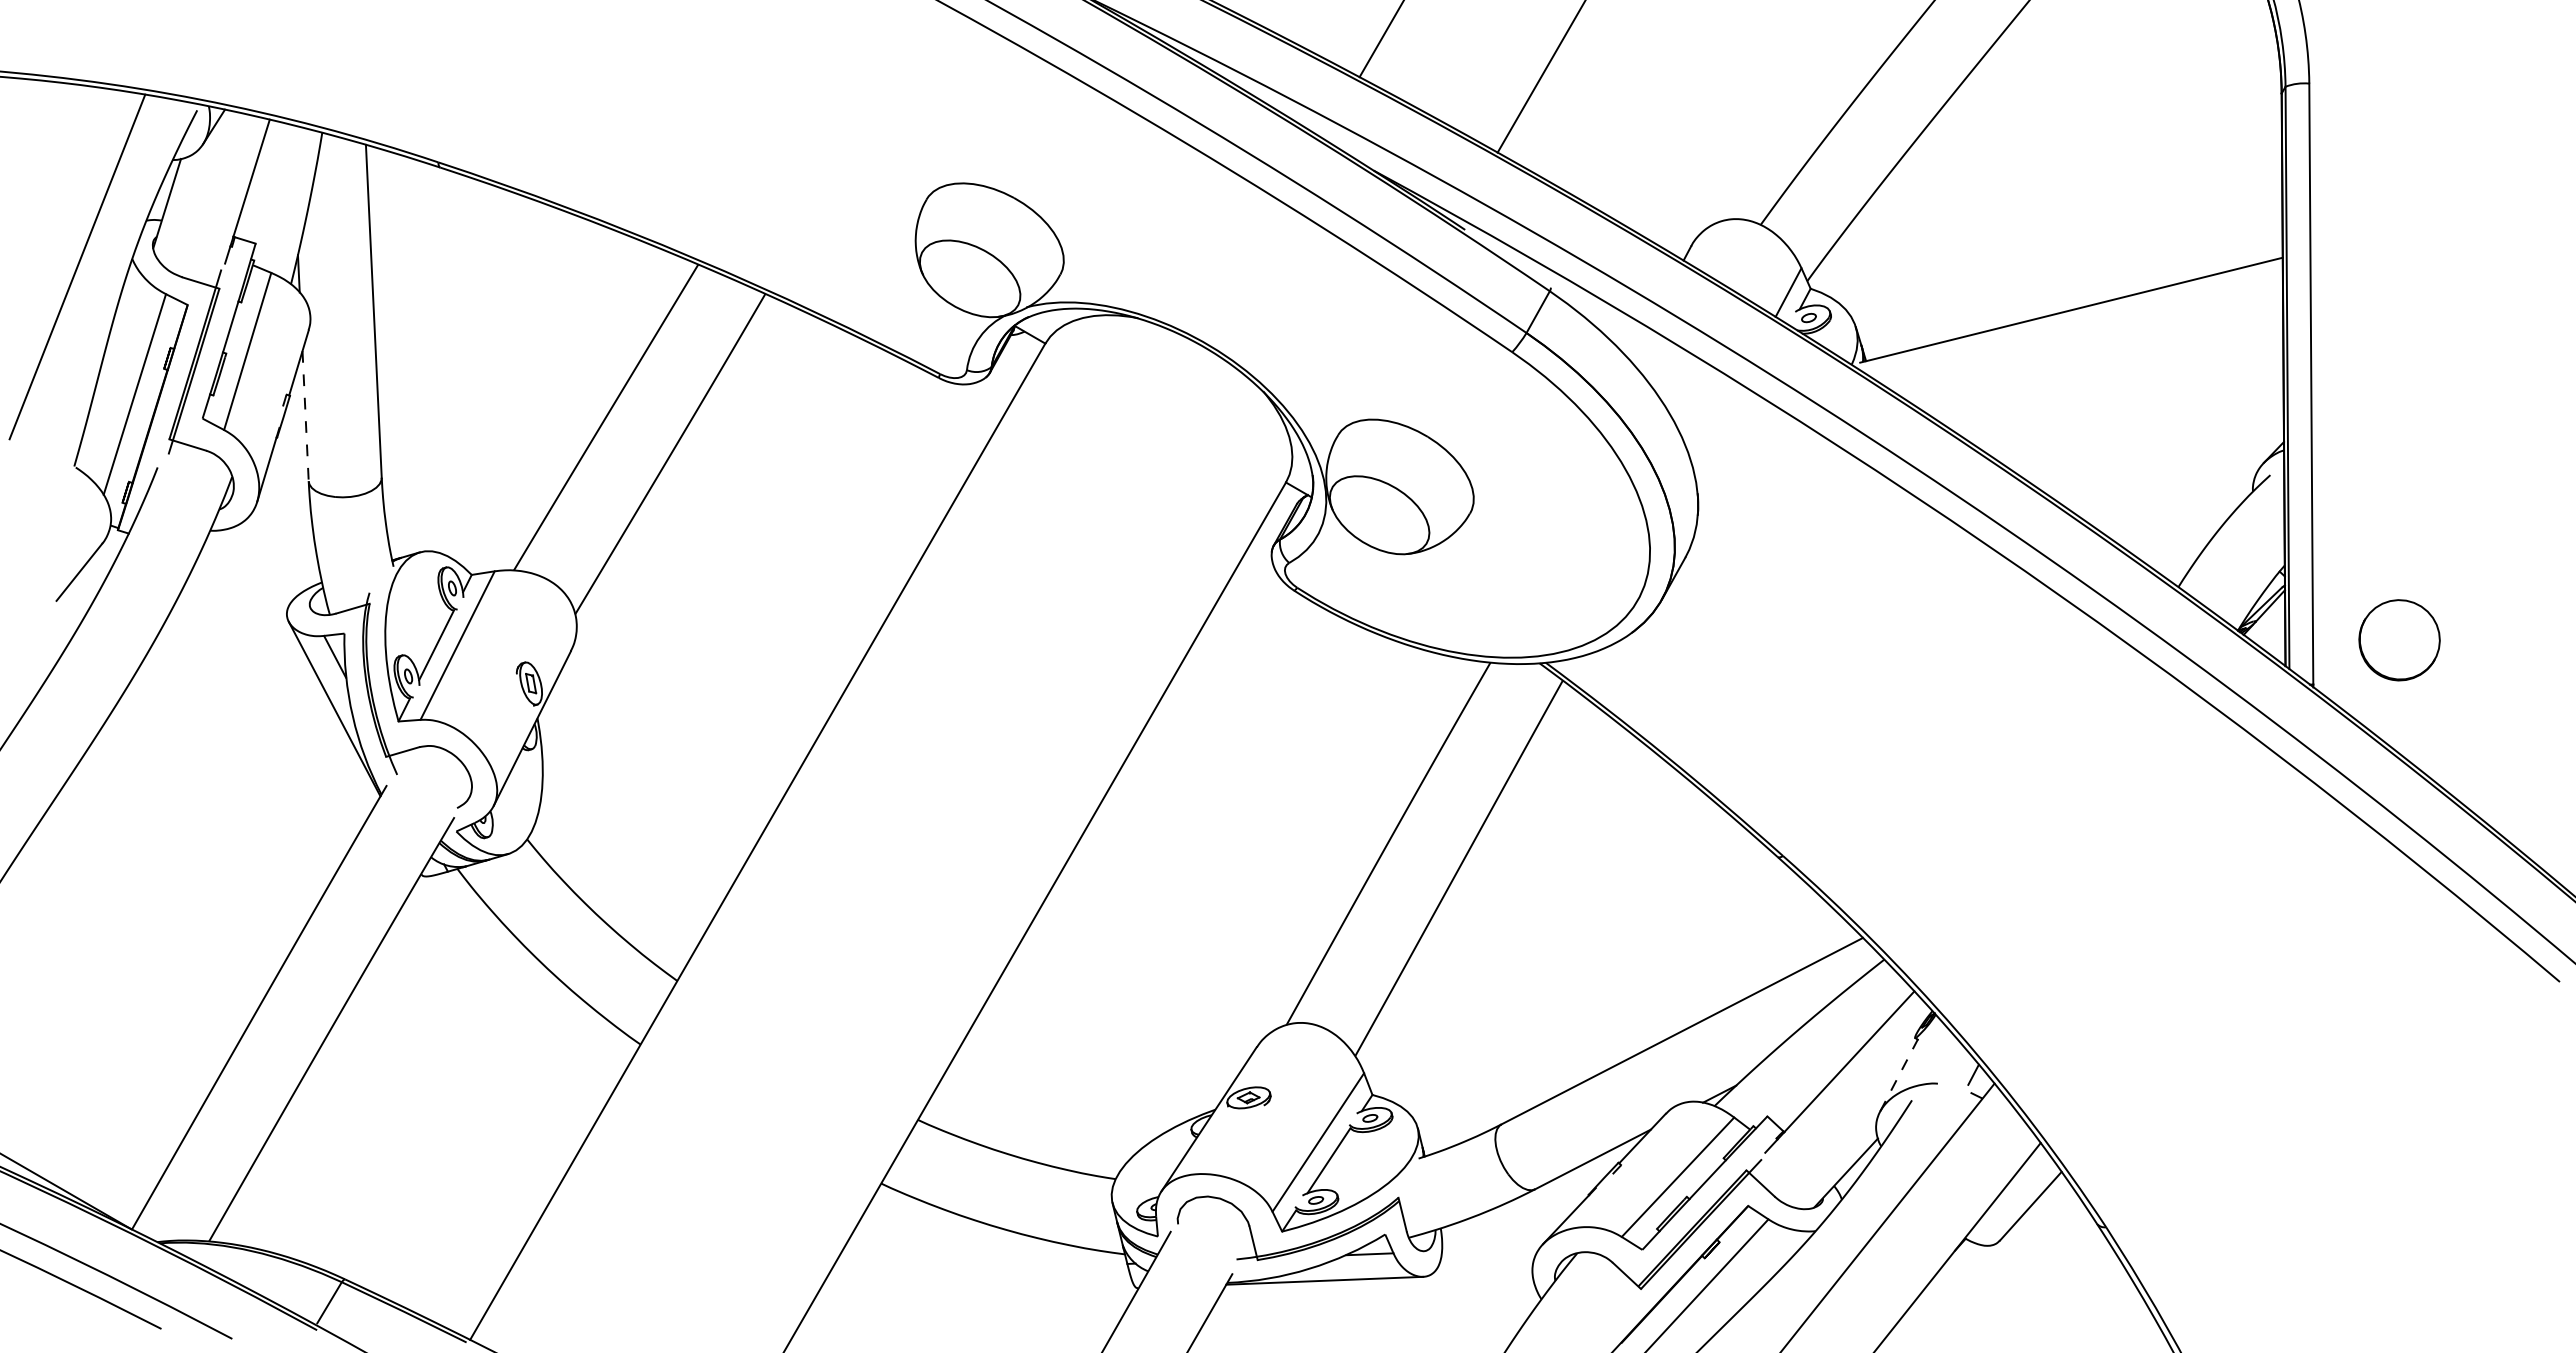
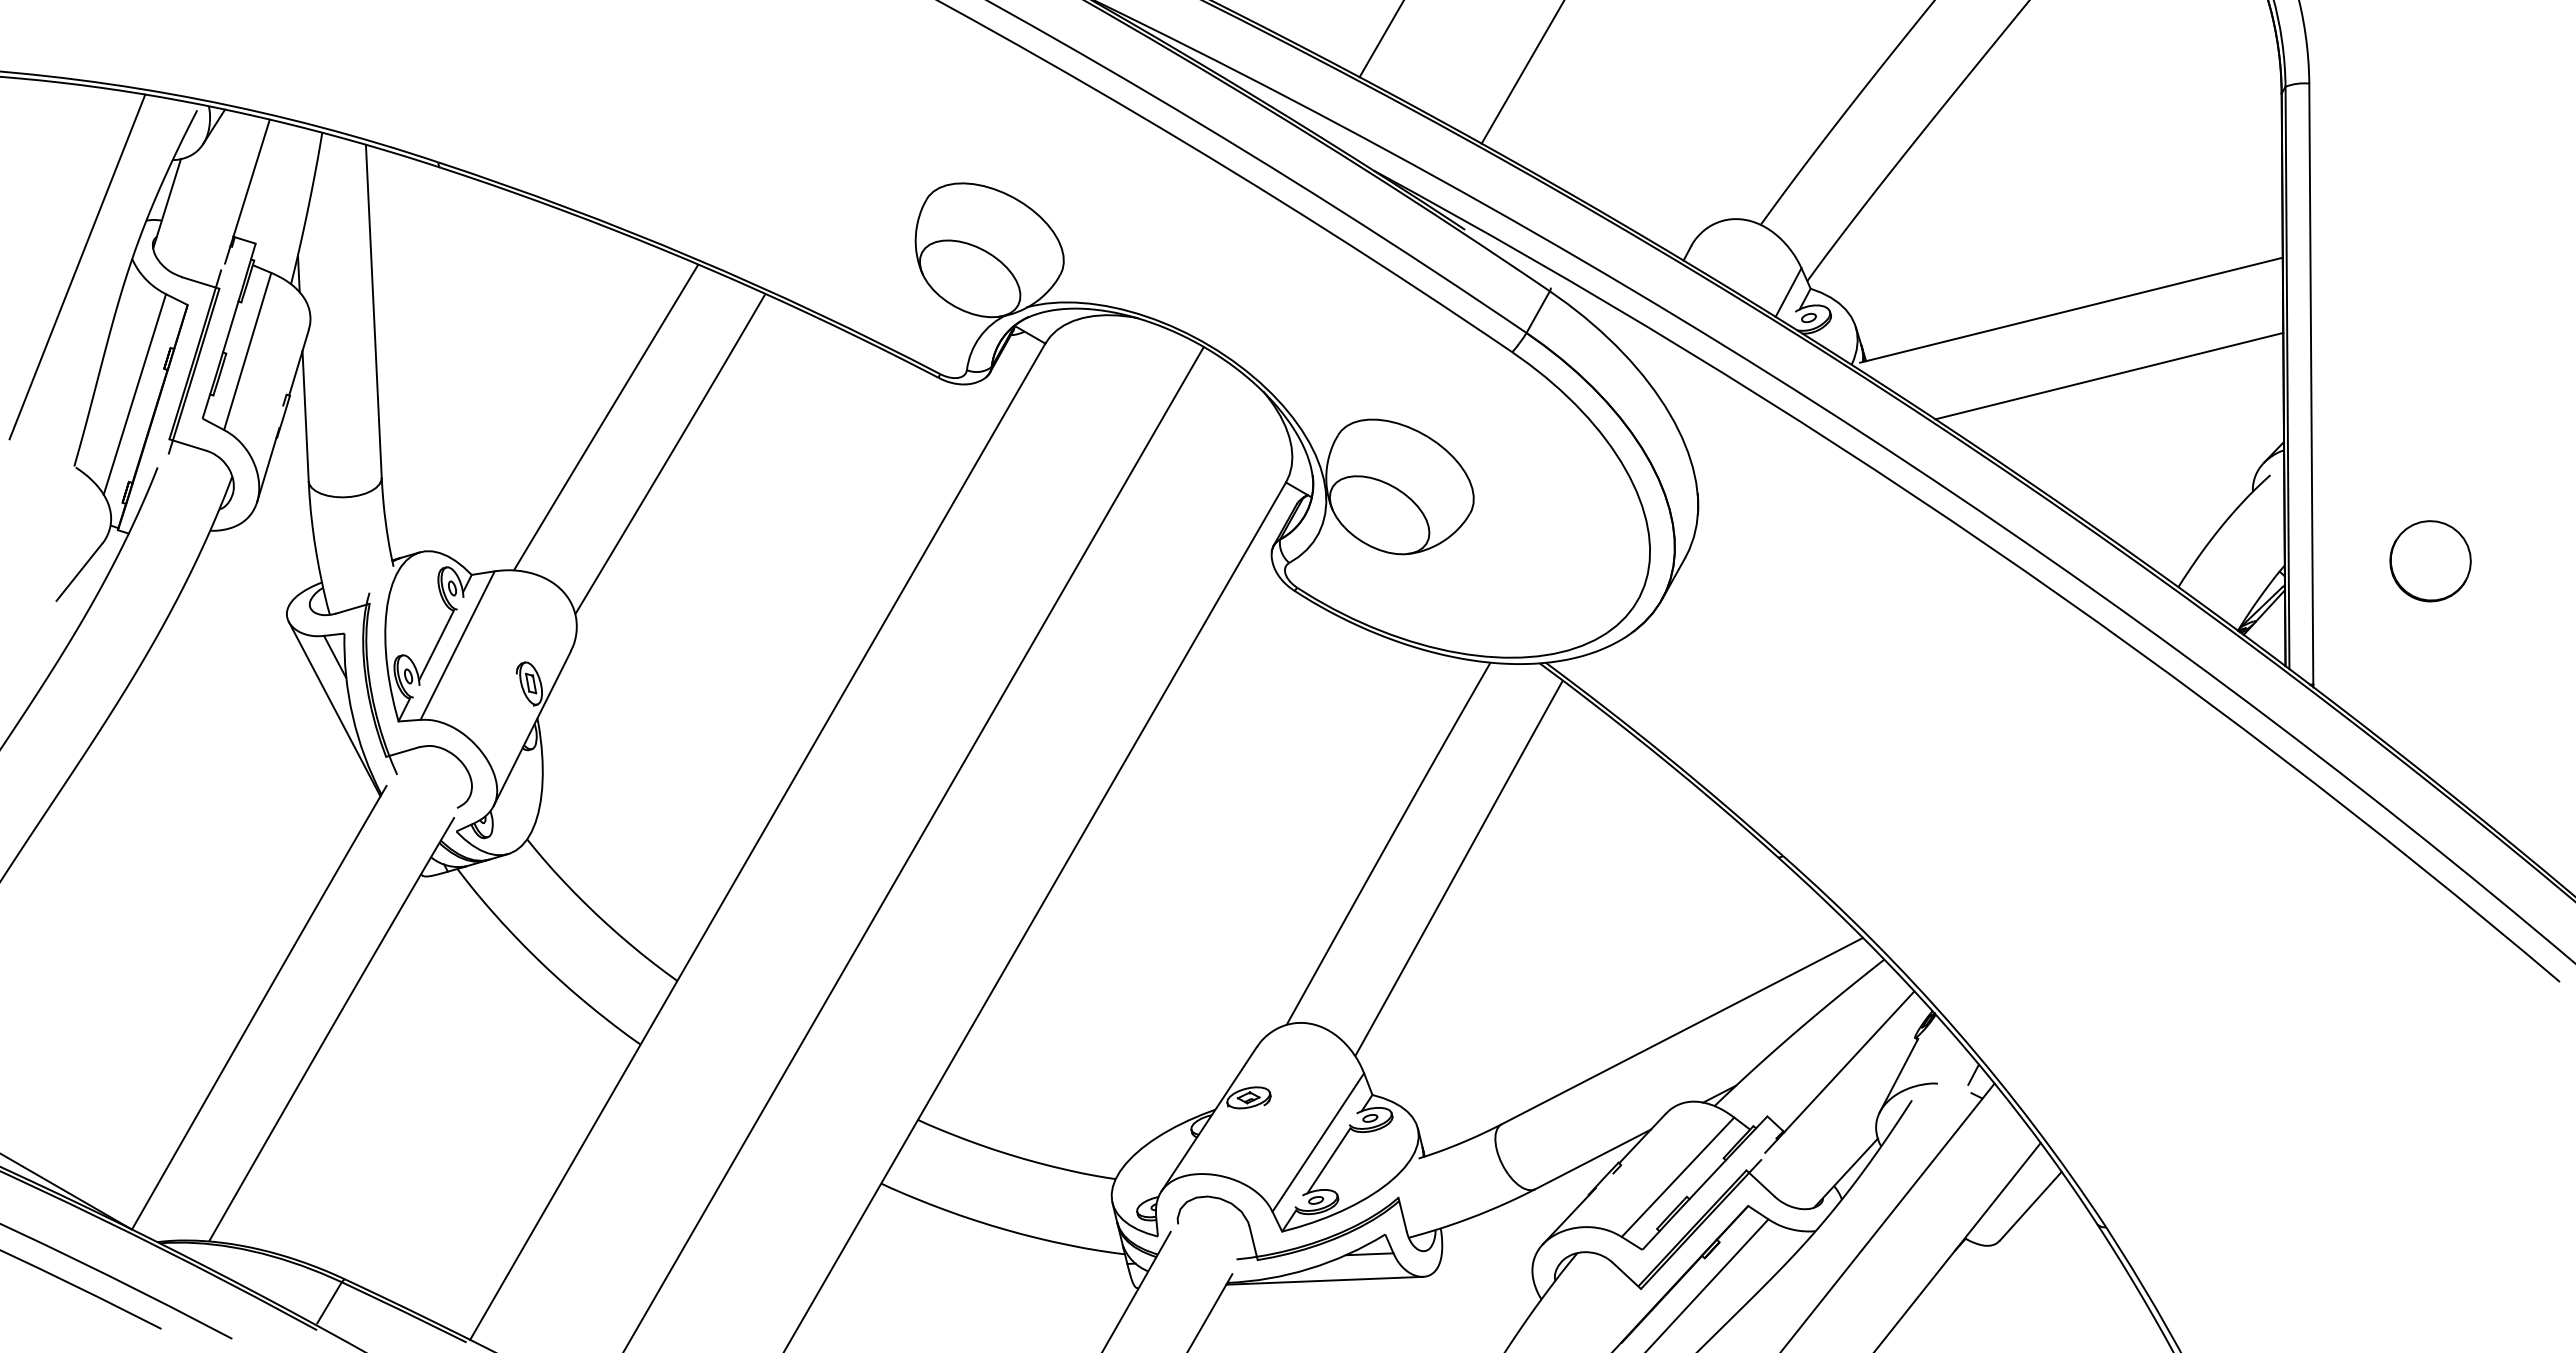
line at (1540, 77) position: (1540, 77) -> (1522, 72)
line at (2109, 375): none -> present
line at (305, 416): dashed -> solid
part at (2399, 640) position: (2399, 640) -> (2430, 561)
line at (914, 848): none -> present
line at (1898, 1075): dashed -> solid
